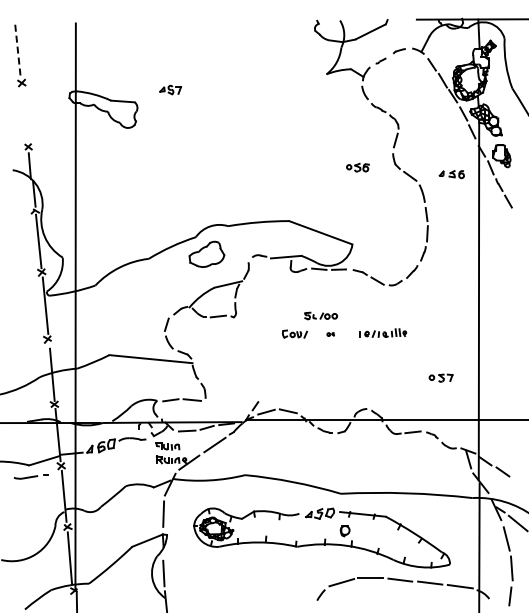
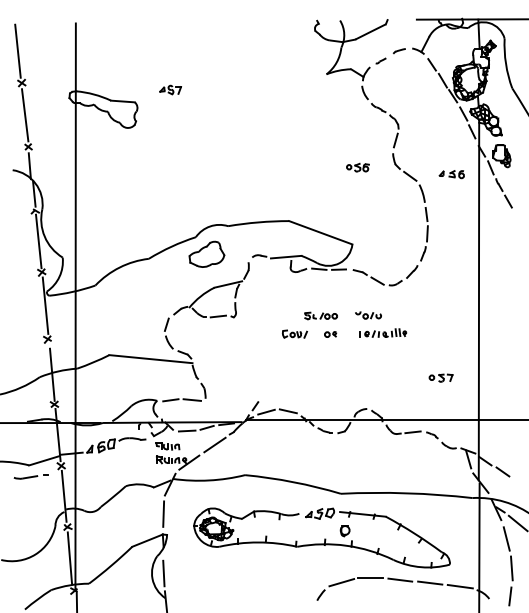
line at (17, 51): dashed -> solid
line at (25, 115): none -> present
part at (368, 315): none -> present
part at (330, 334) size: 9x5 px -> 14x7 px
